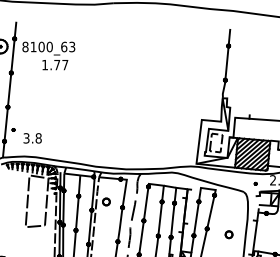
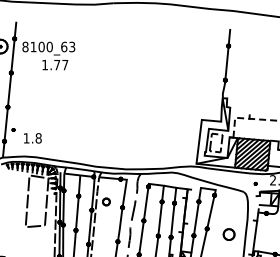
line at (246, 118): solid -> dashed
text at (26, 138): 3.8 -> 1.8
part at (228, 234) size: 10x10 px -> 14x13 px
